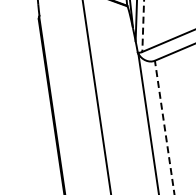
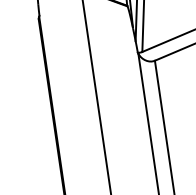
line at (143, 26): dashed -> solid
line at (164, 127): dashed -> solid
